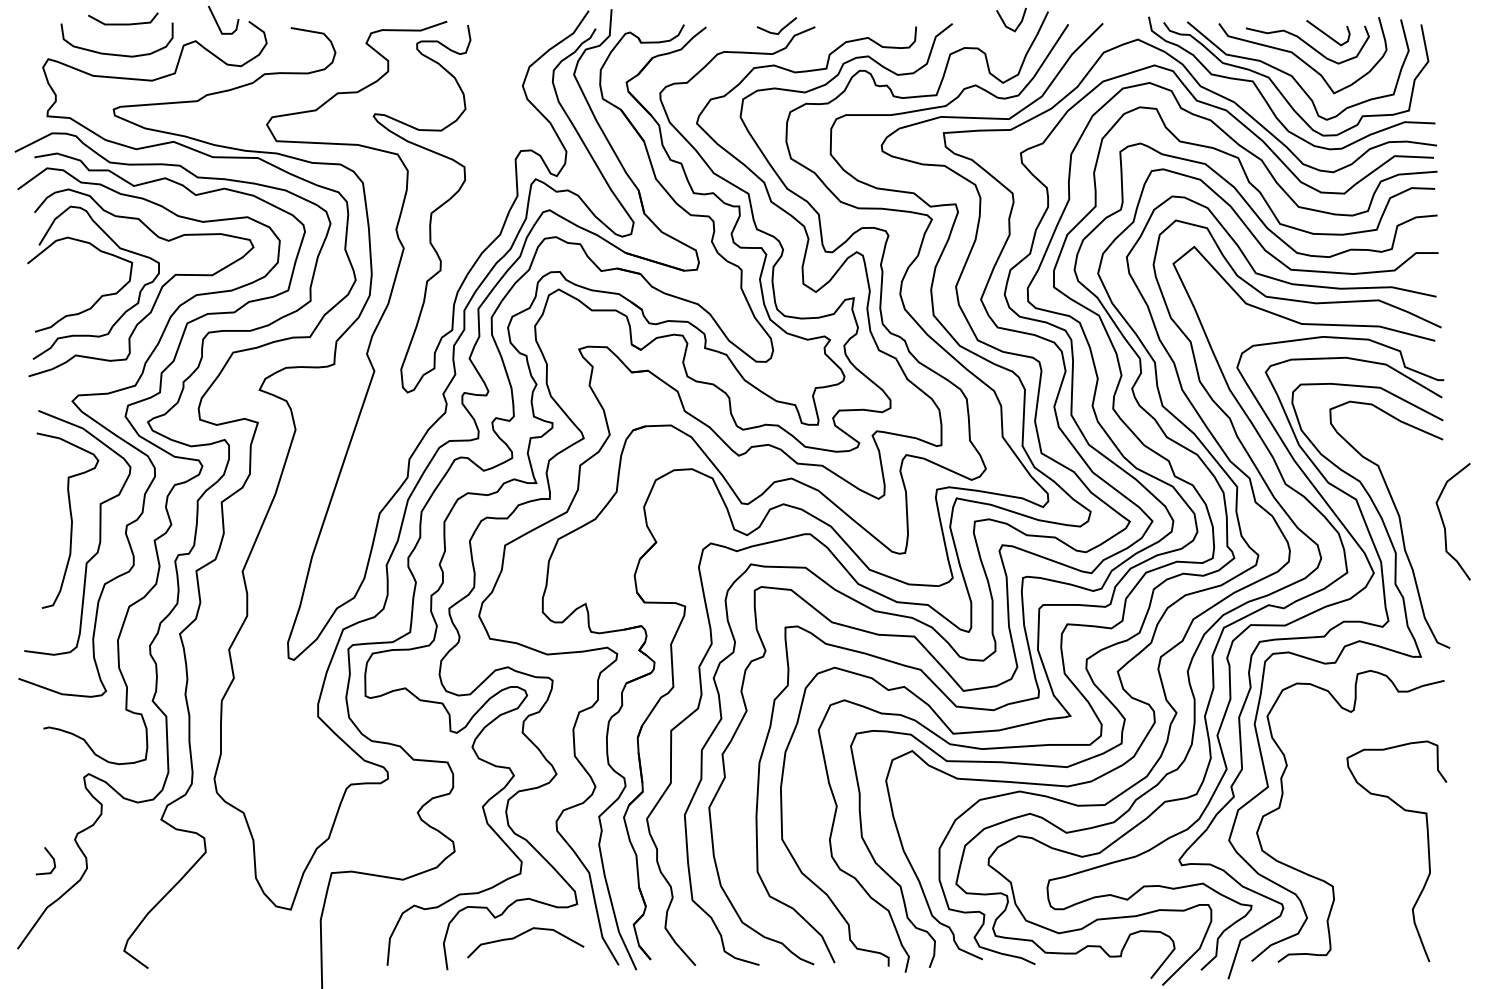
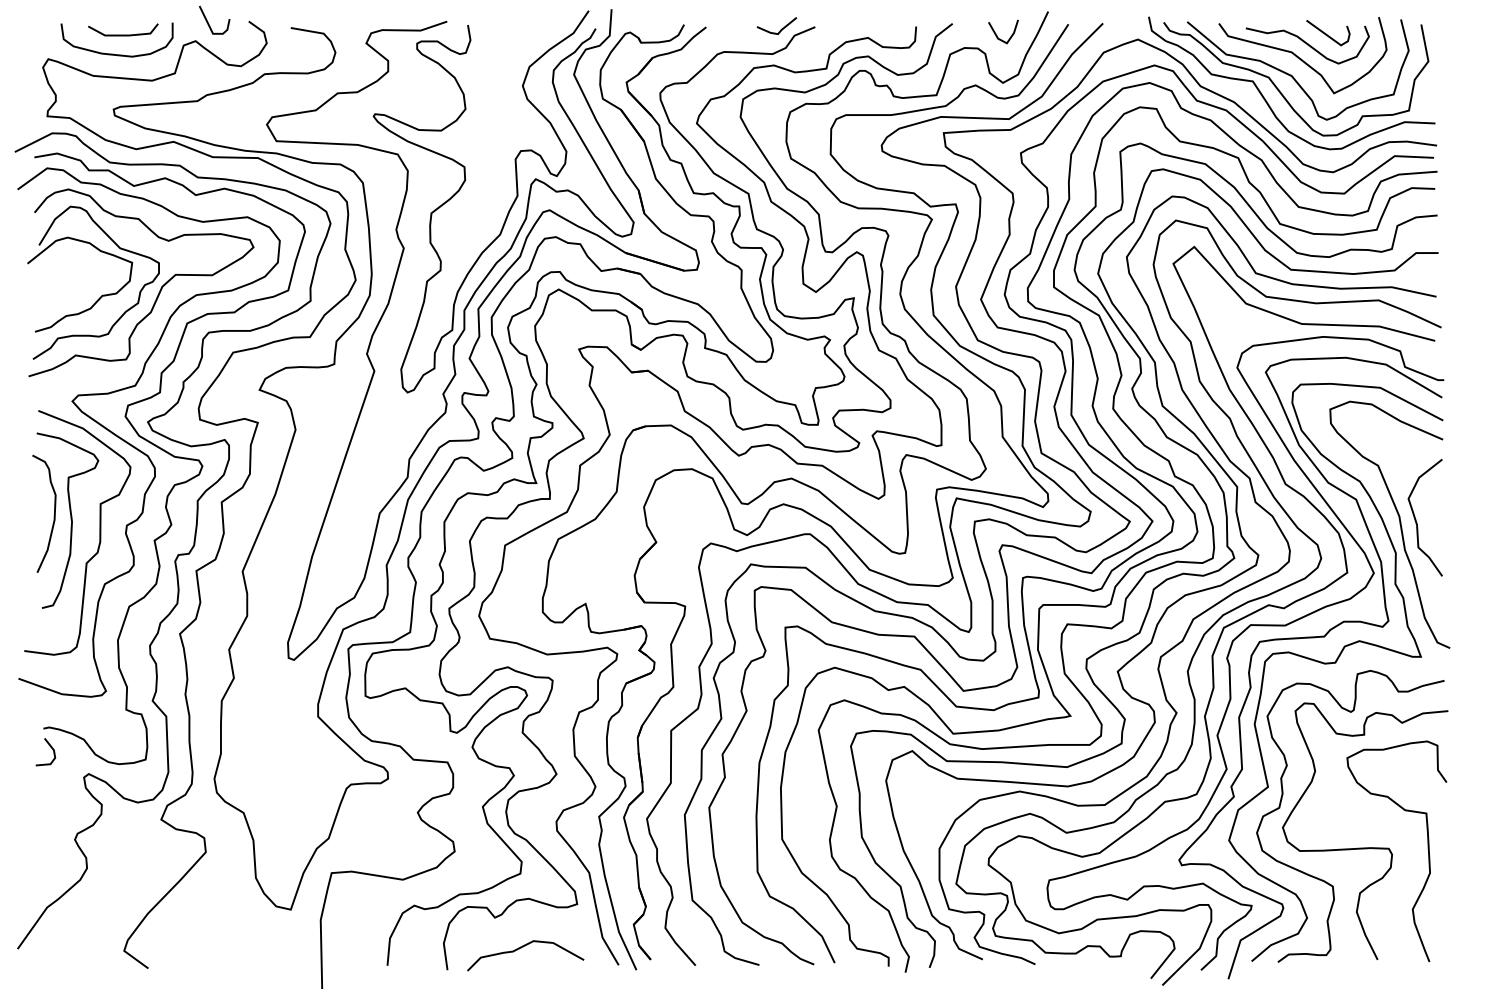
line at (217, 21) position: (217, 21) -> (208, 21)
line at (123, 23) position: (123, 23) -> (123, 34)
line at (1005, 23) position: (1005, 23) -> (997, 35)
curve at (53, 515): none -> present
curve at (1444, 523) position: (1444, 523) -> (1416, 519)
curve at (1365, 847): none -> present
line at (50, 856) position: (50, 856) -> (50, 747)
curve at (521, 935) position: (521, 935) -> (521, 948)
